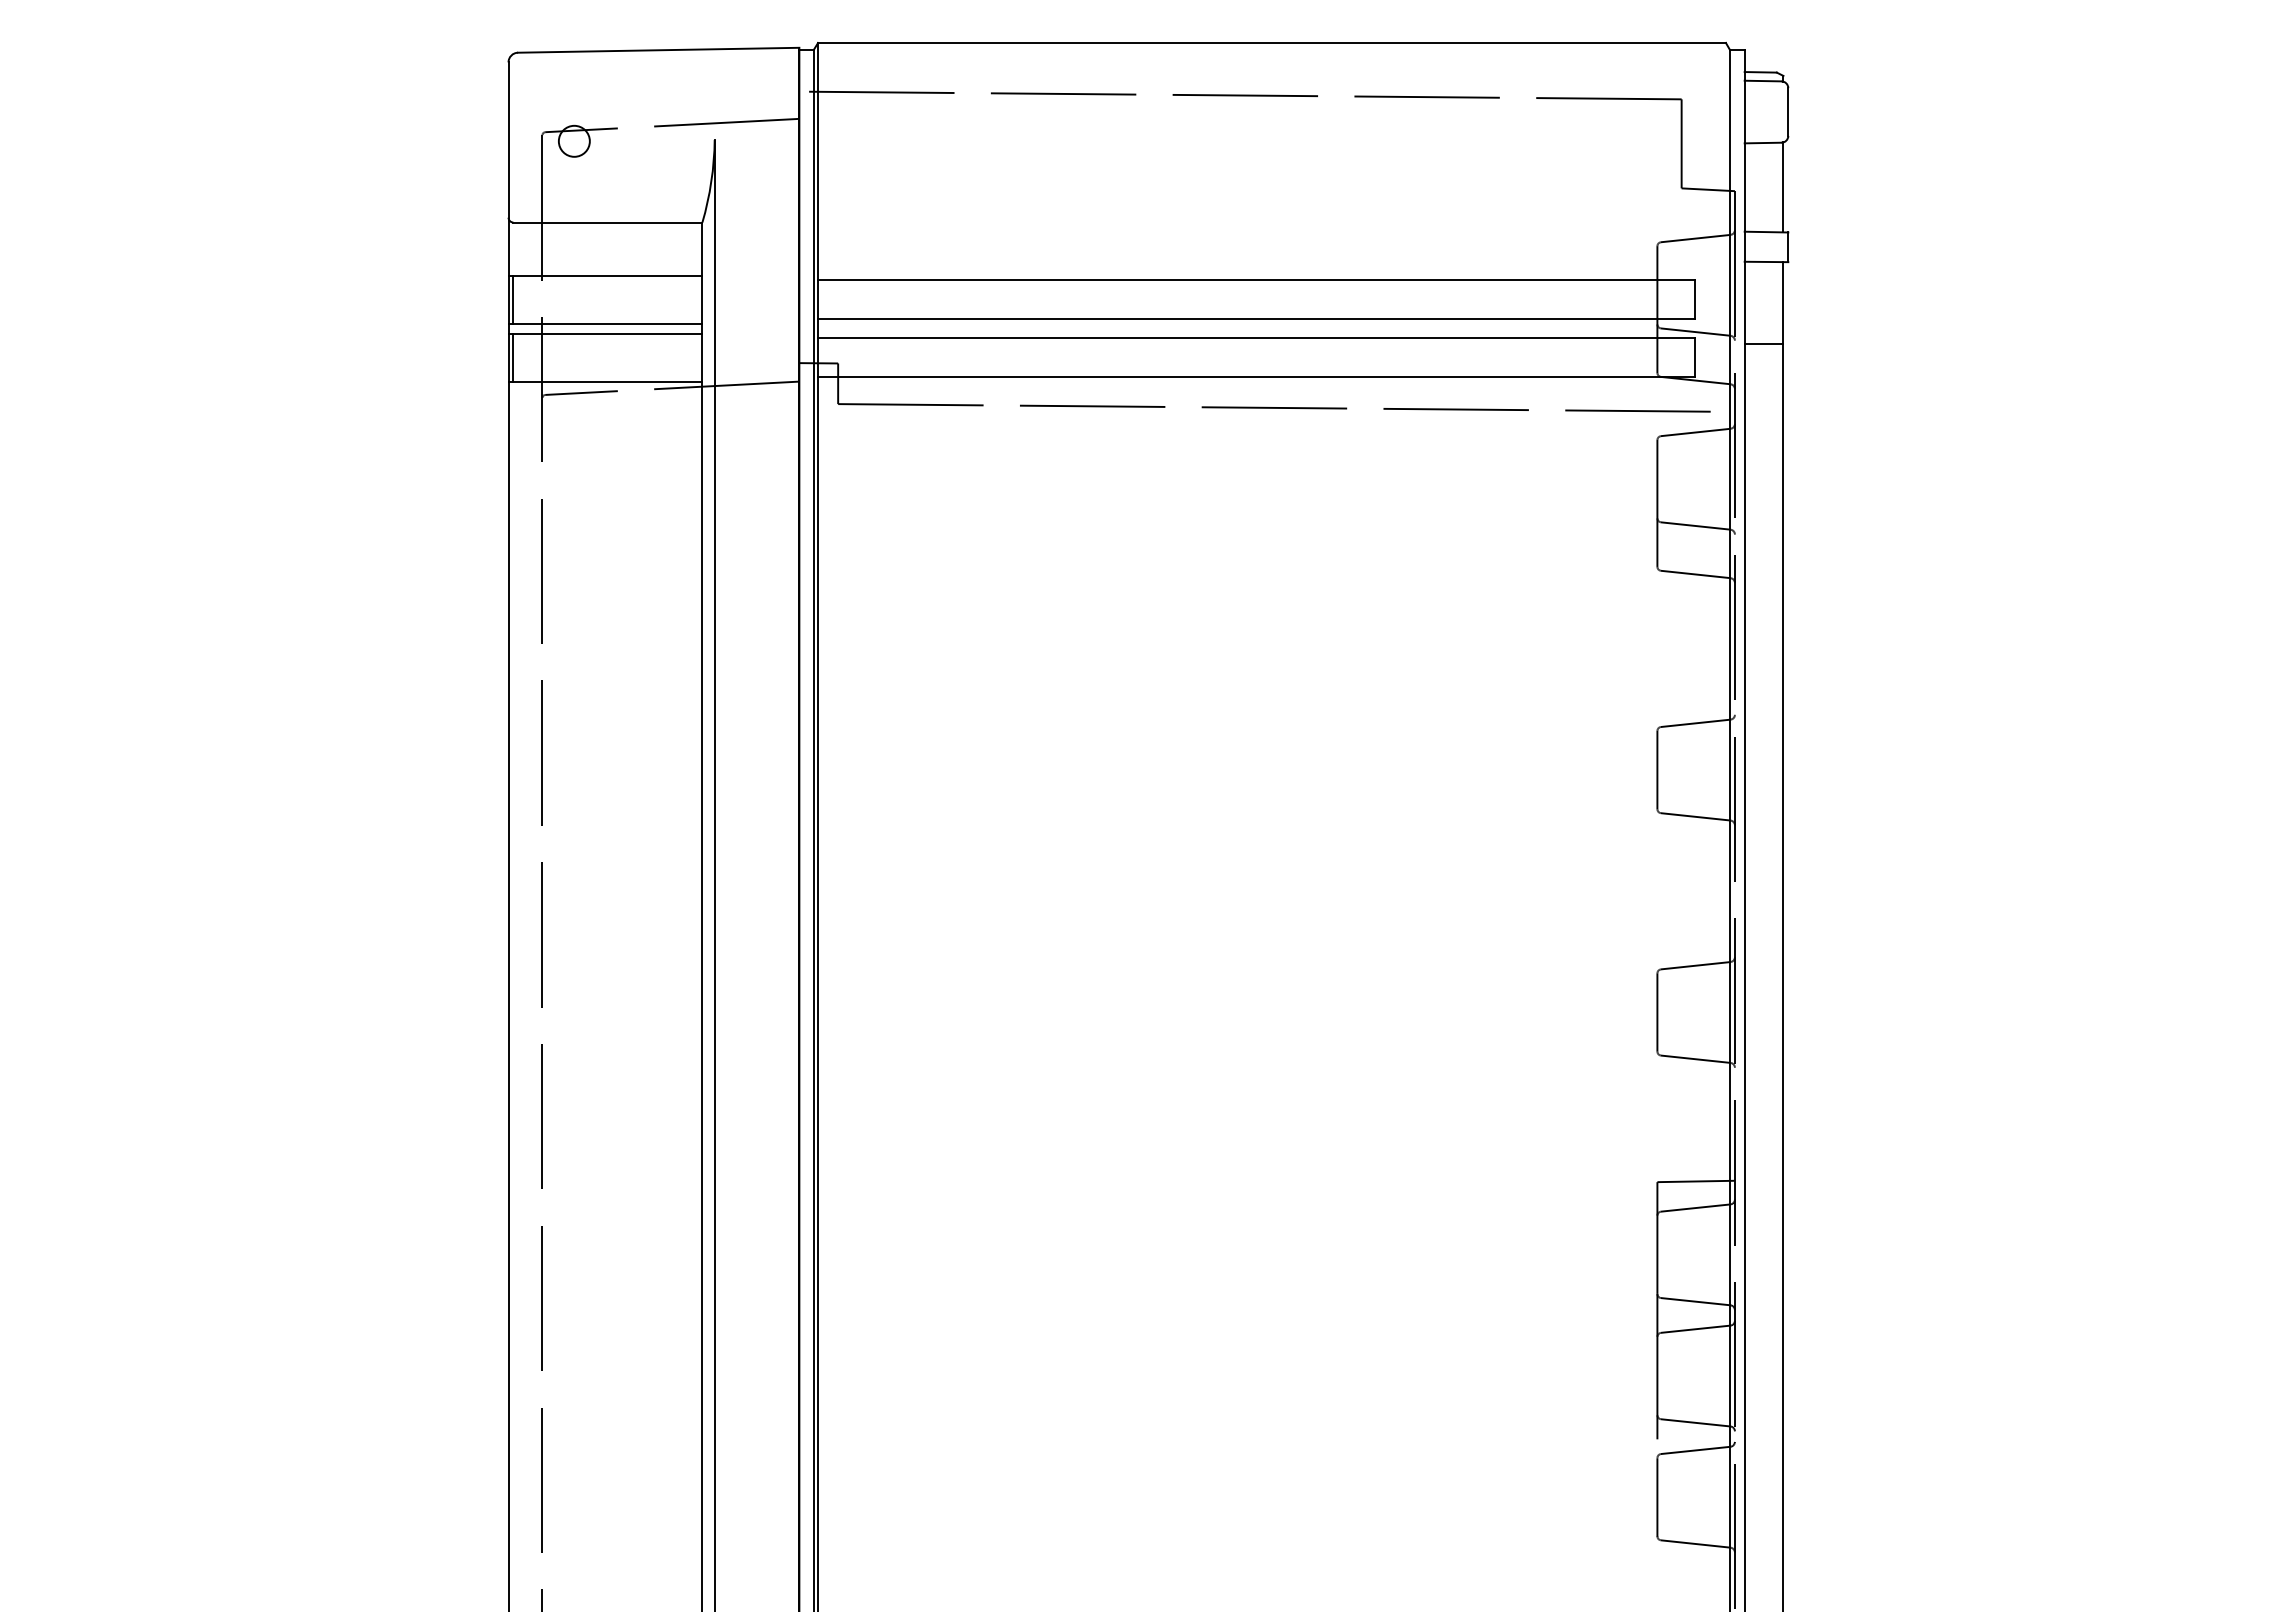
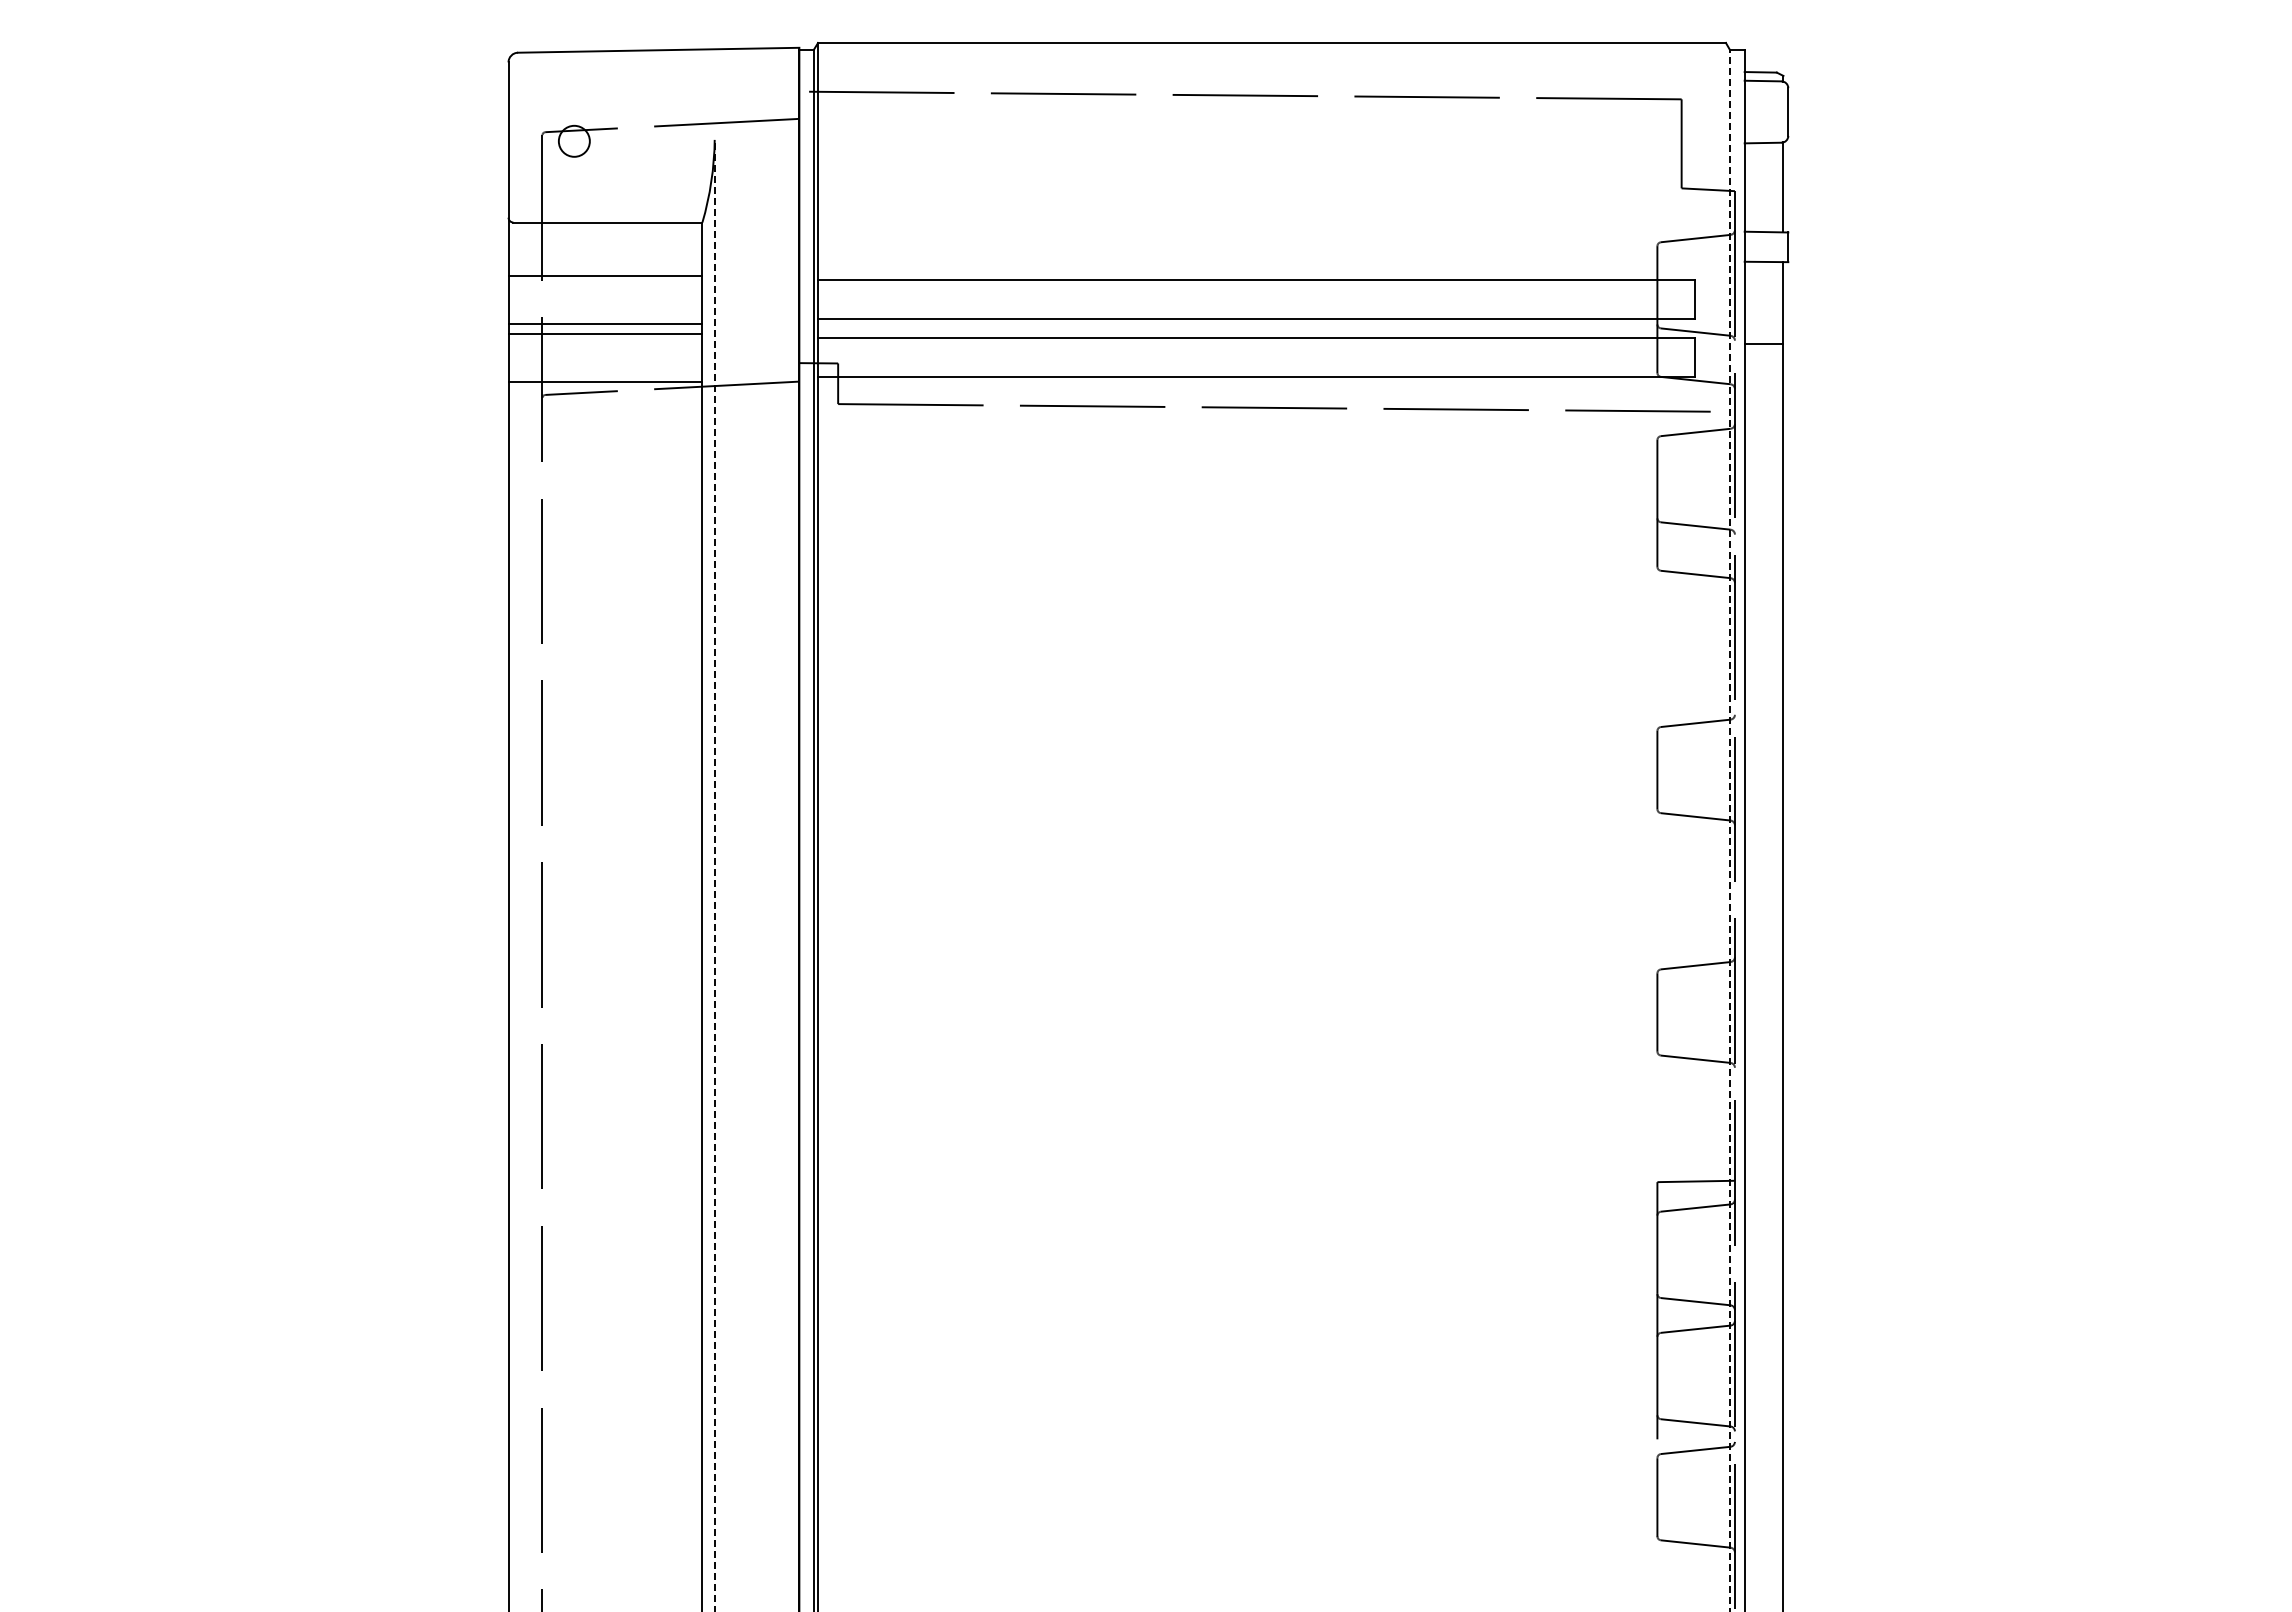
line at (513, 299): present -> none
line at (513, 357): present -> none
line at (1730, 830): solid -> dashed
line at (714, 875): solid -> dashed
